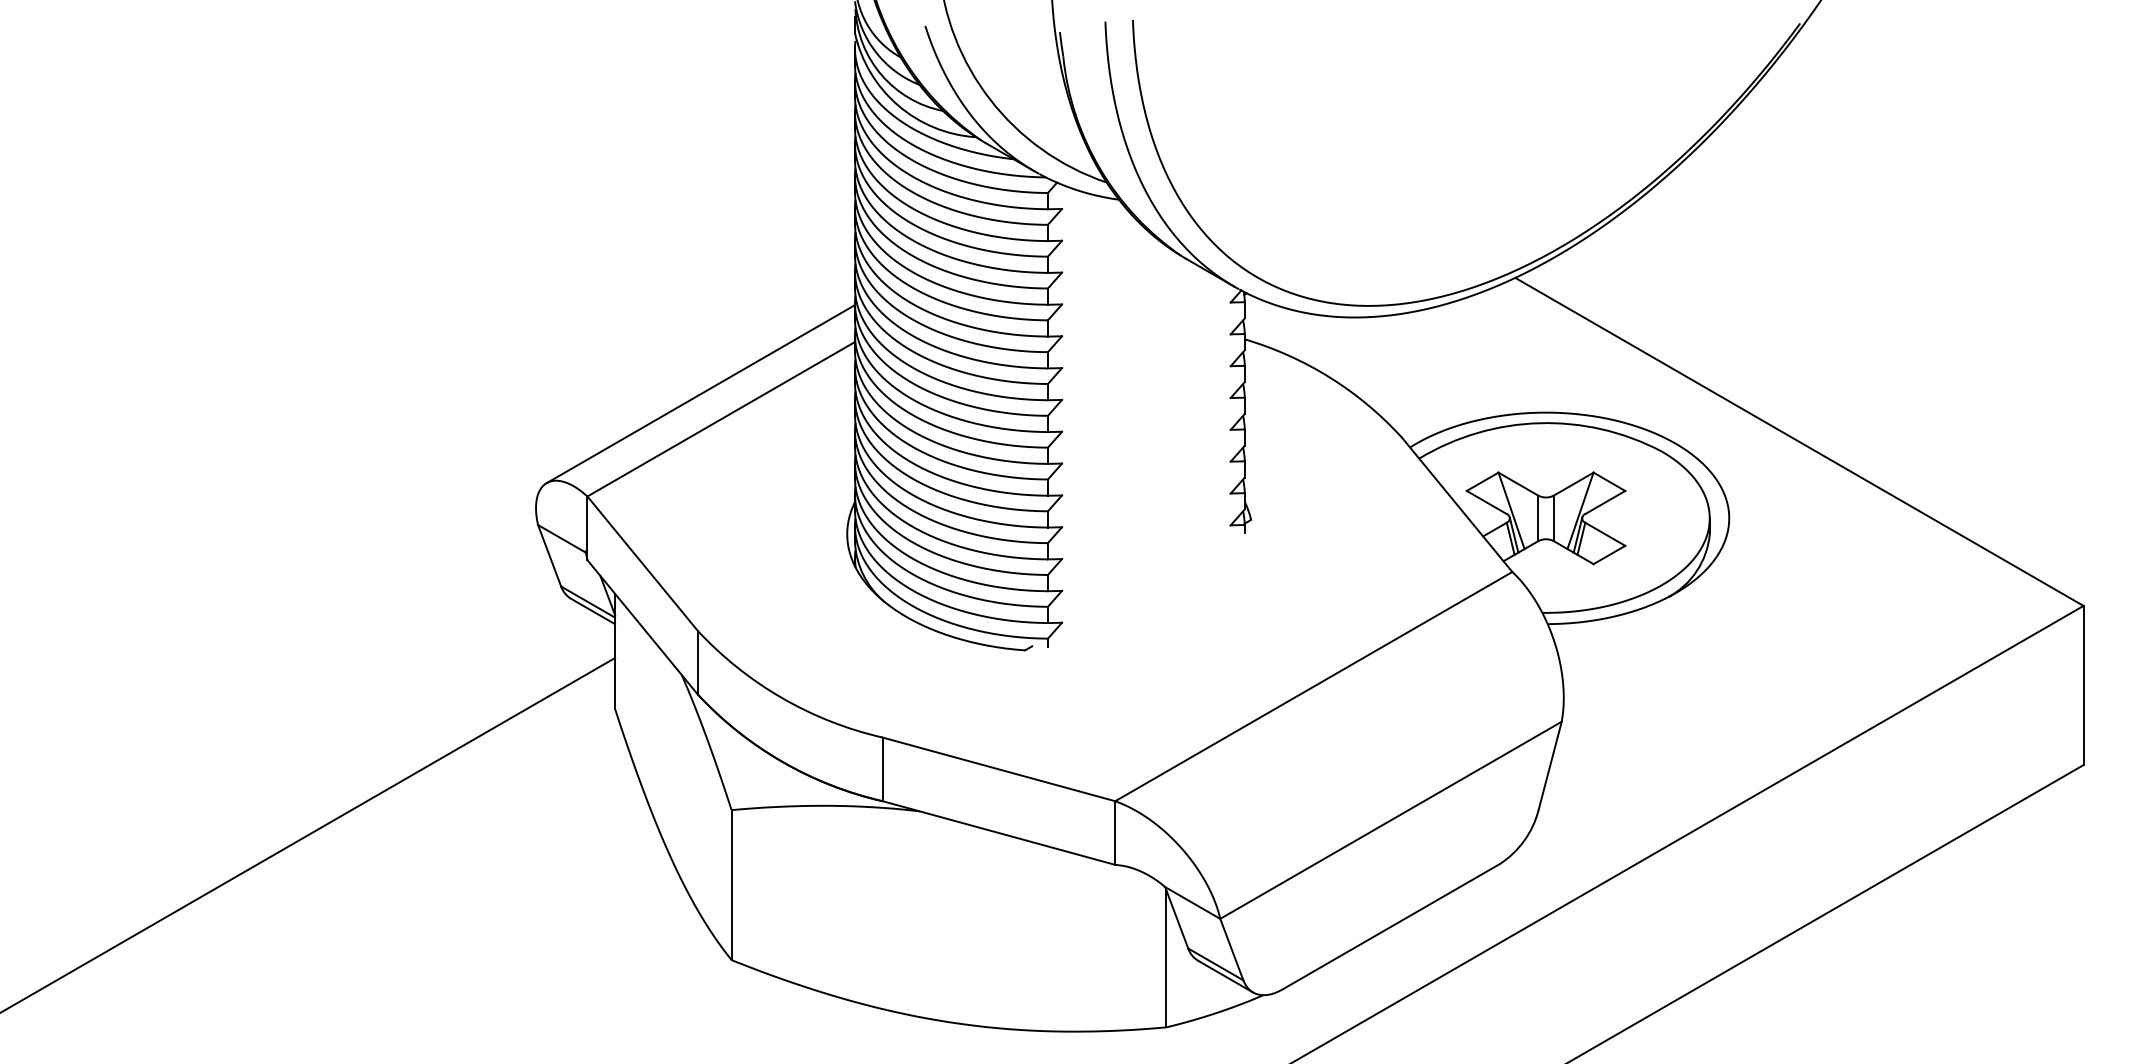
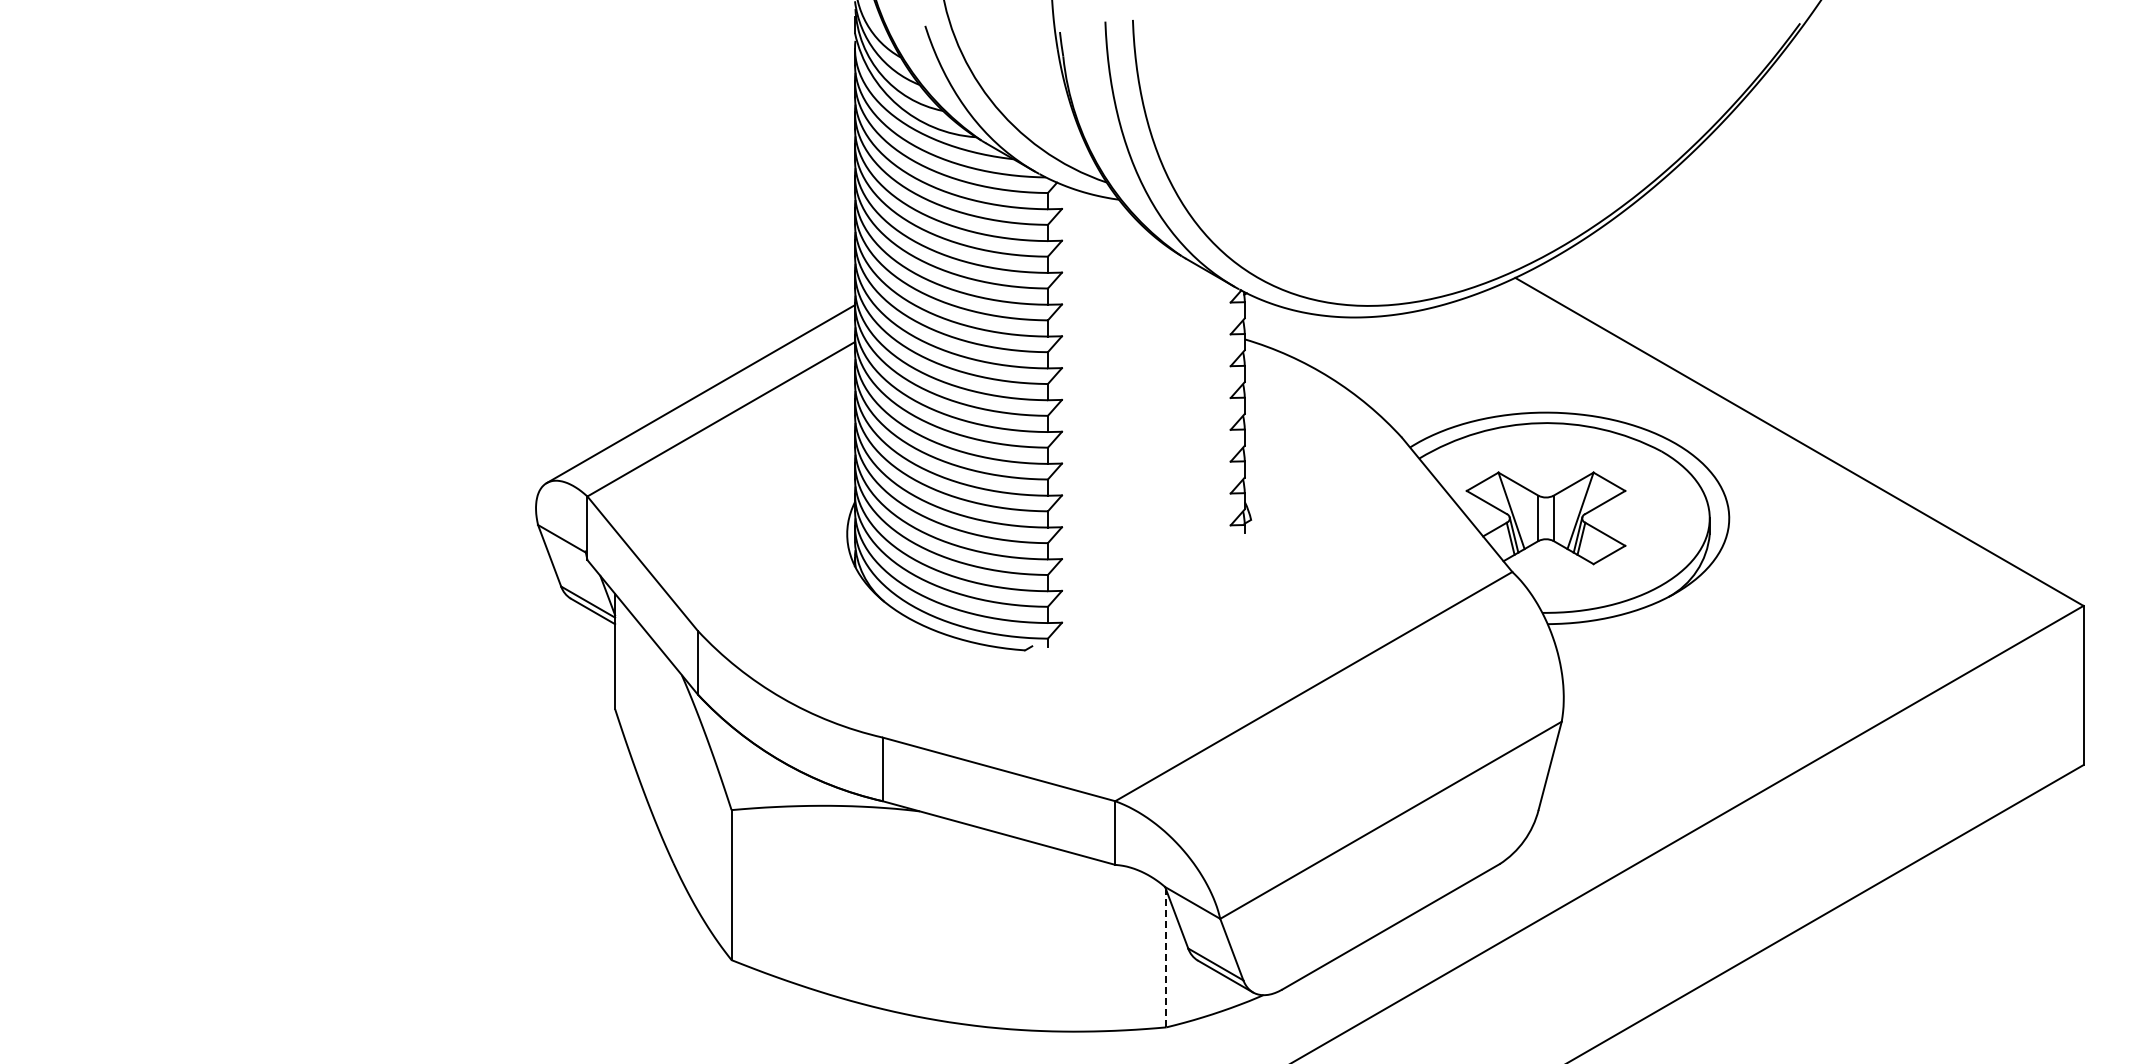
line at (308, 834): present -> none
line at (1166, 958): solid -> dashed
